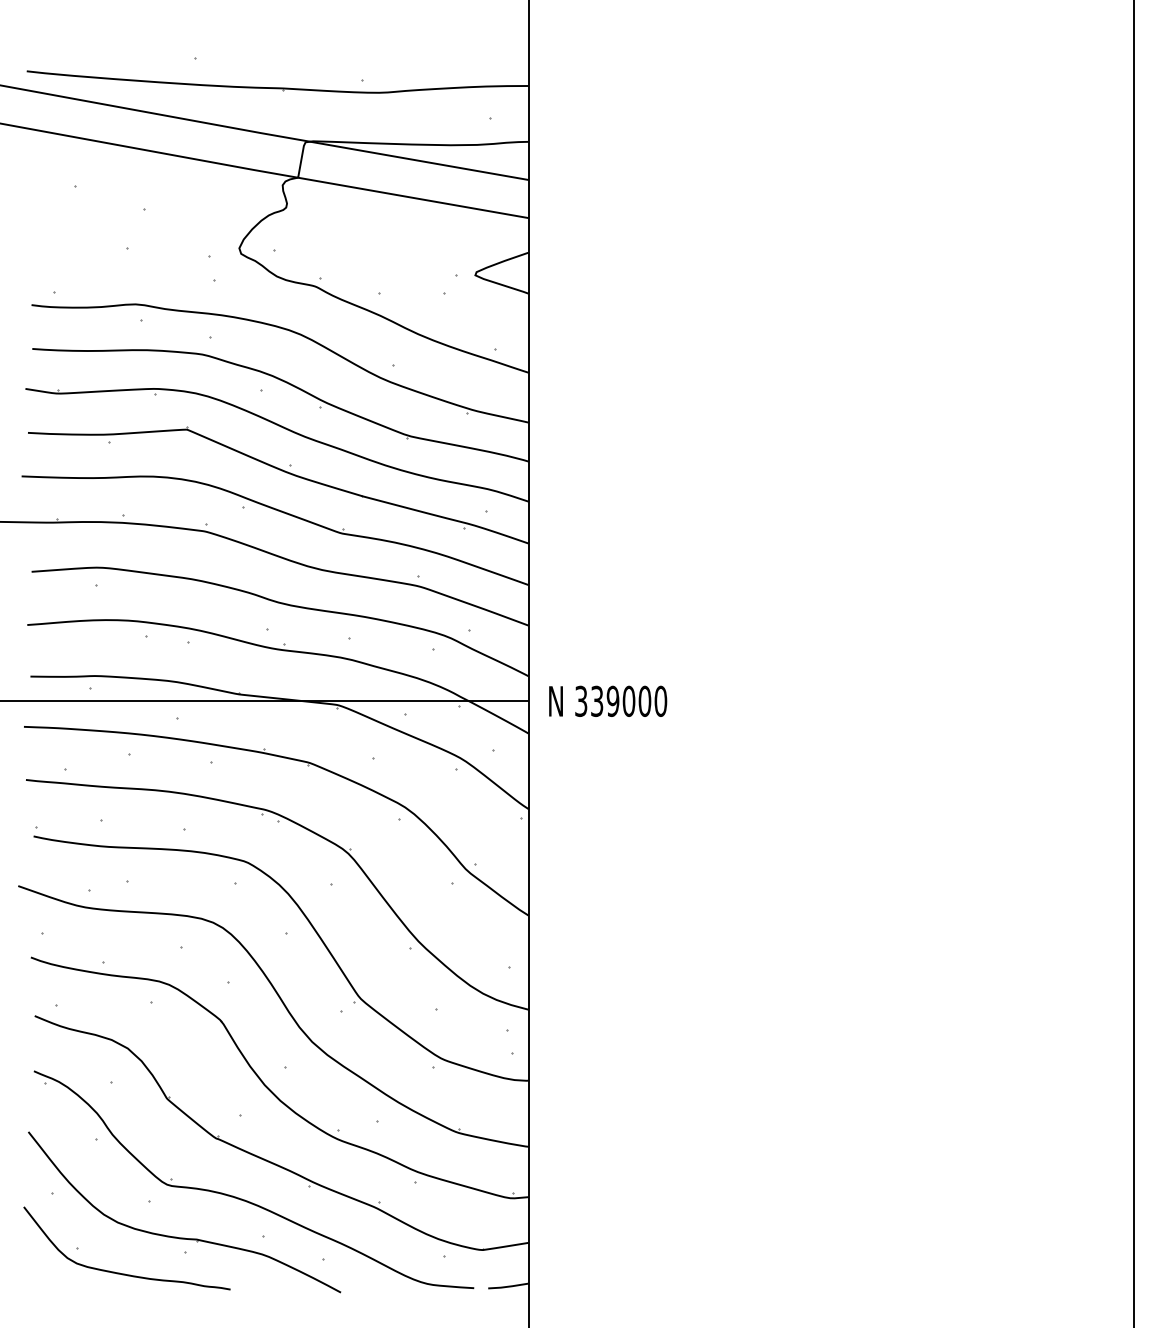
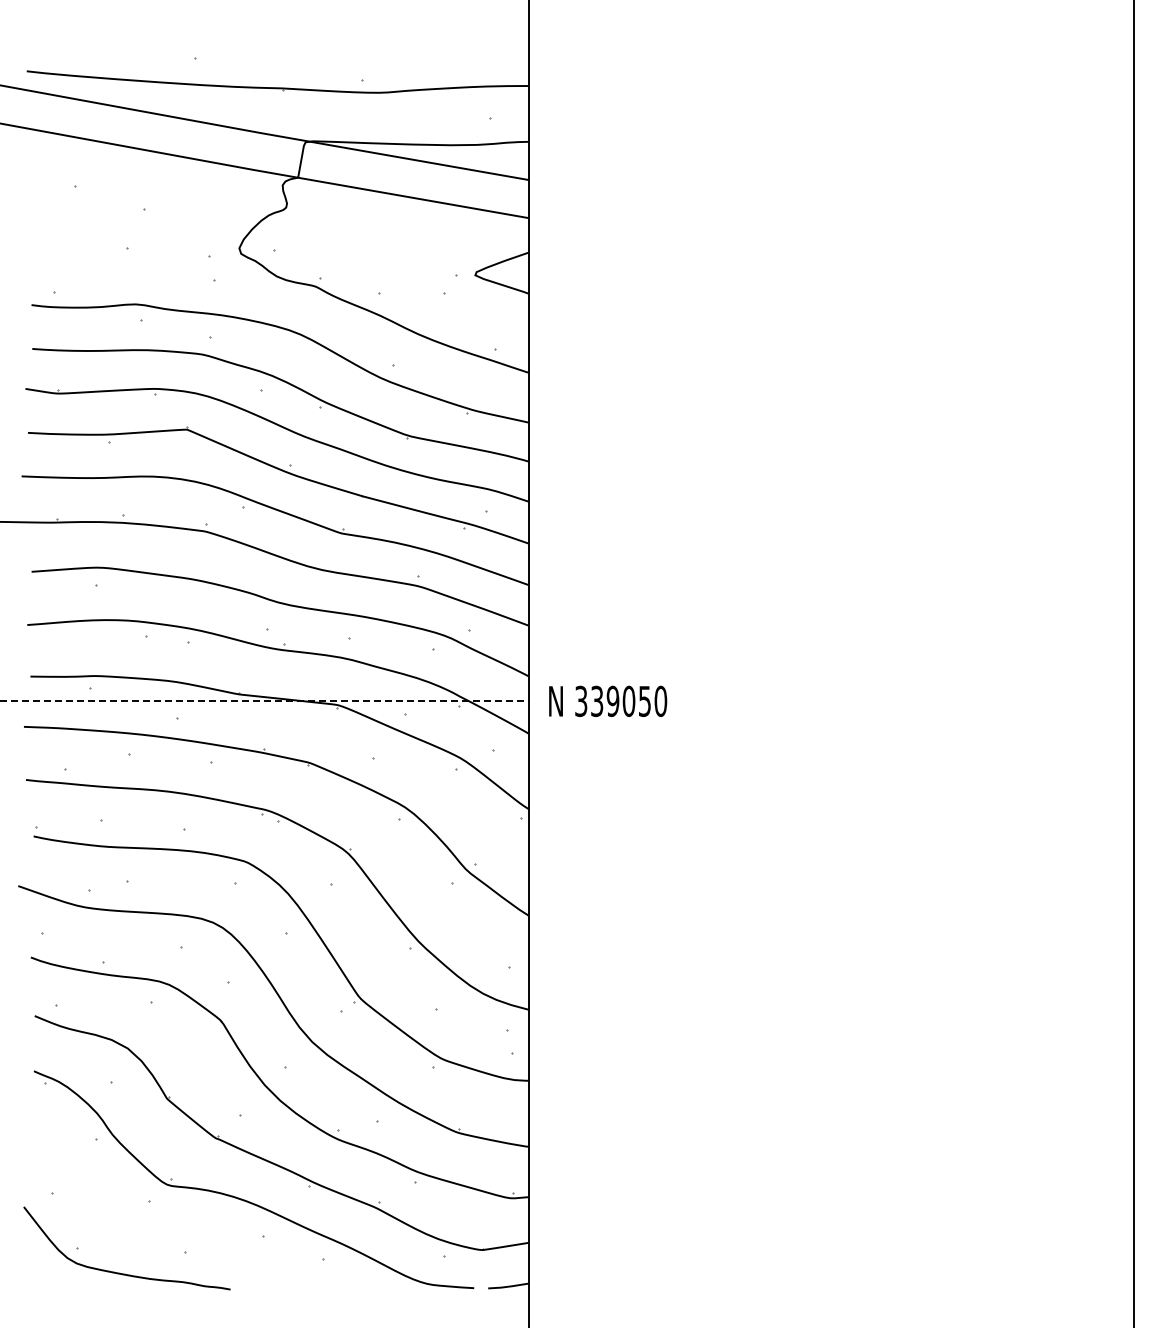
text at (644, 700): 339000 -> 339050
line at (264, 701): solid -> dashed
part at (184, 1237): present -> none
